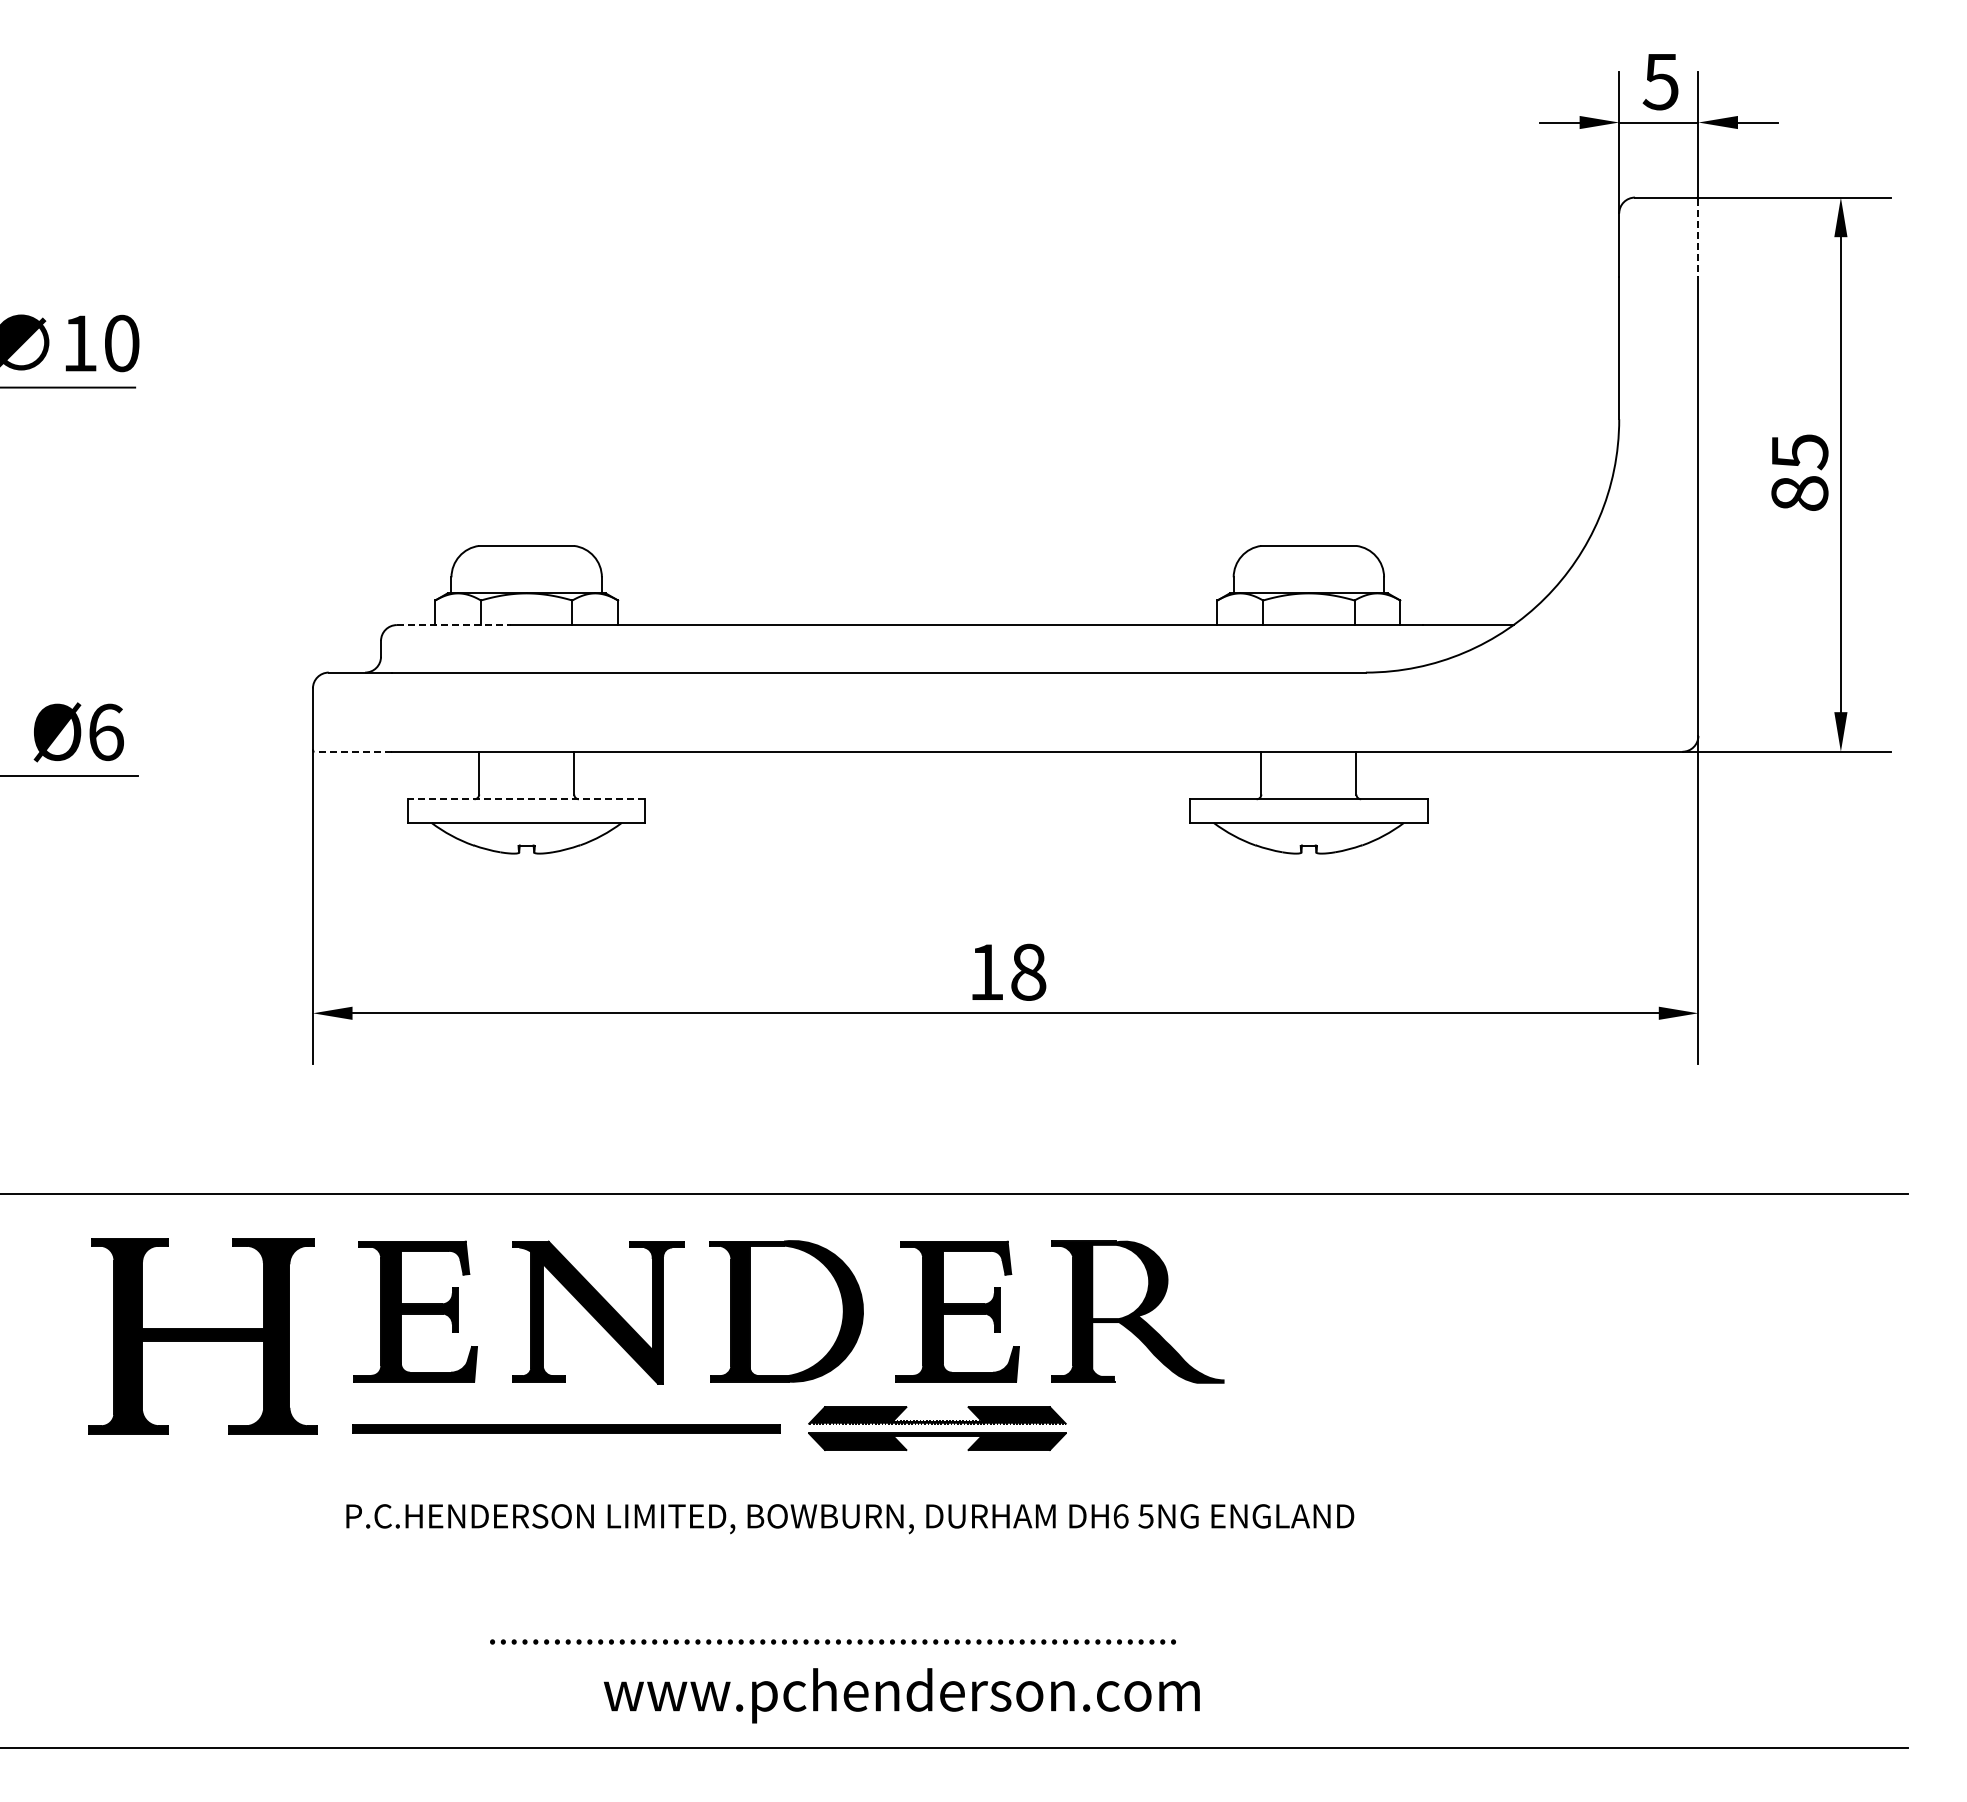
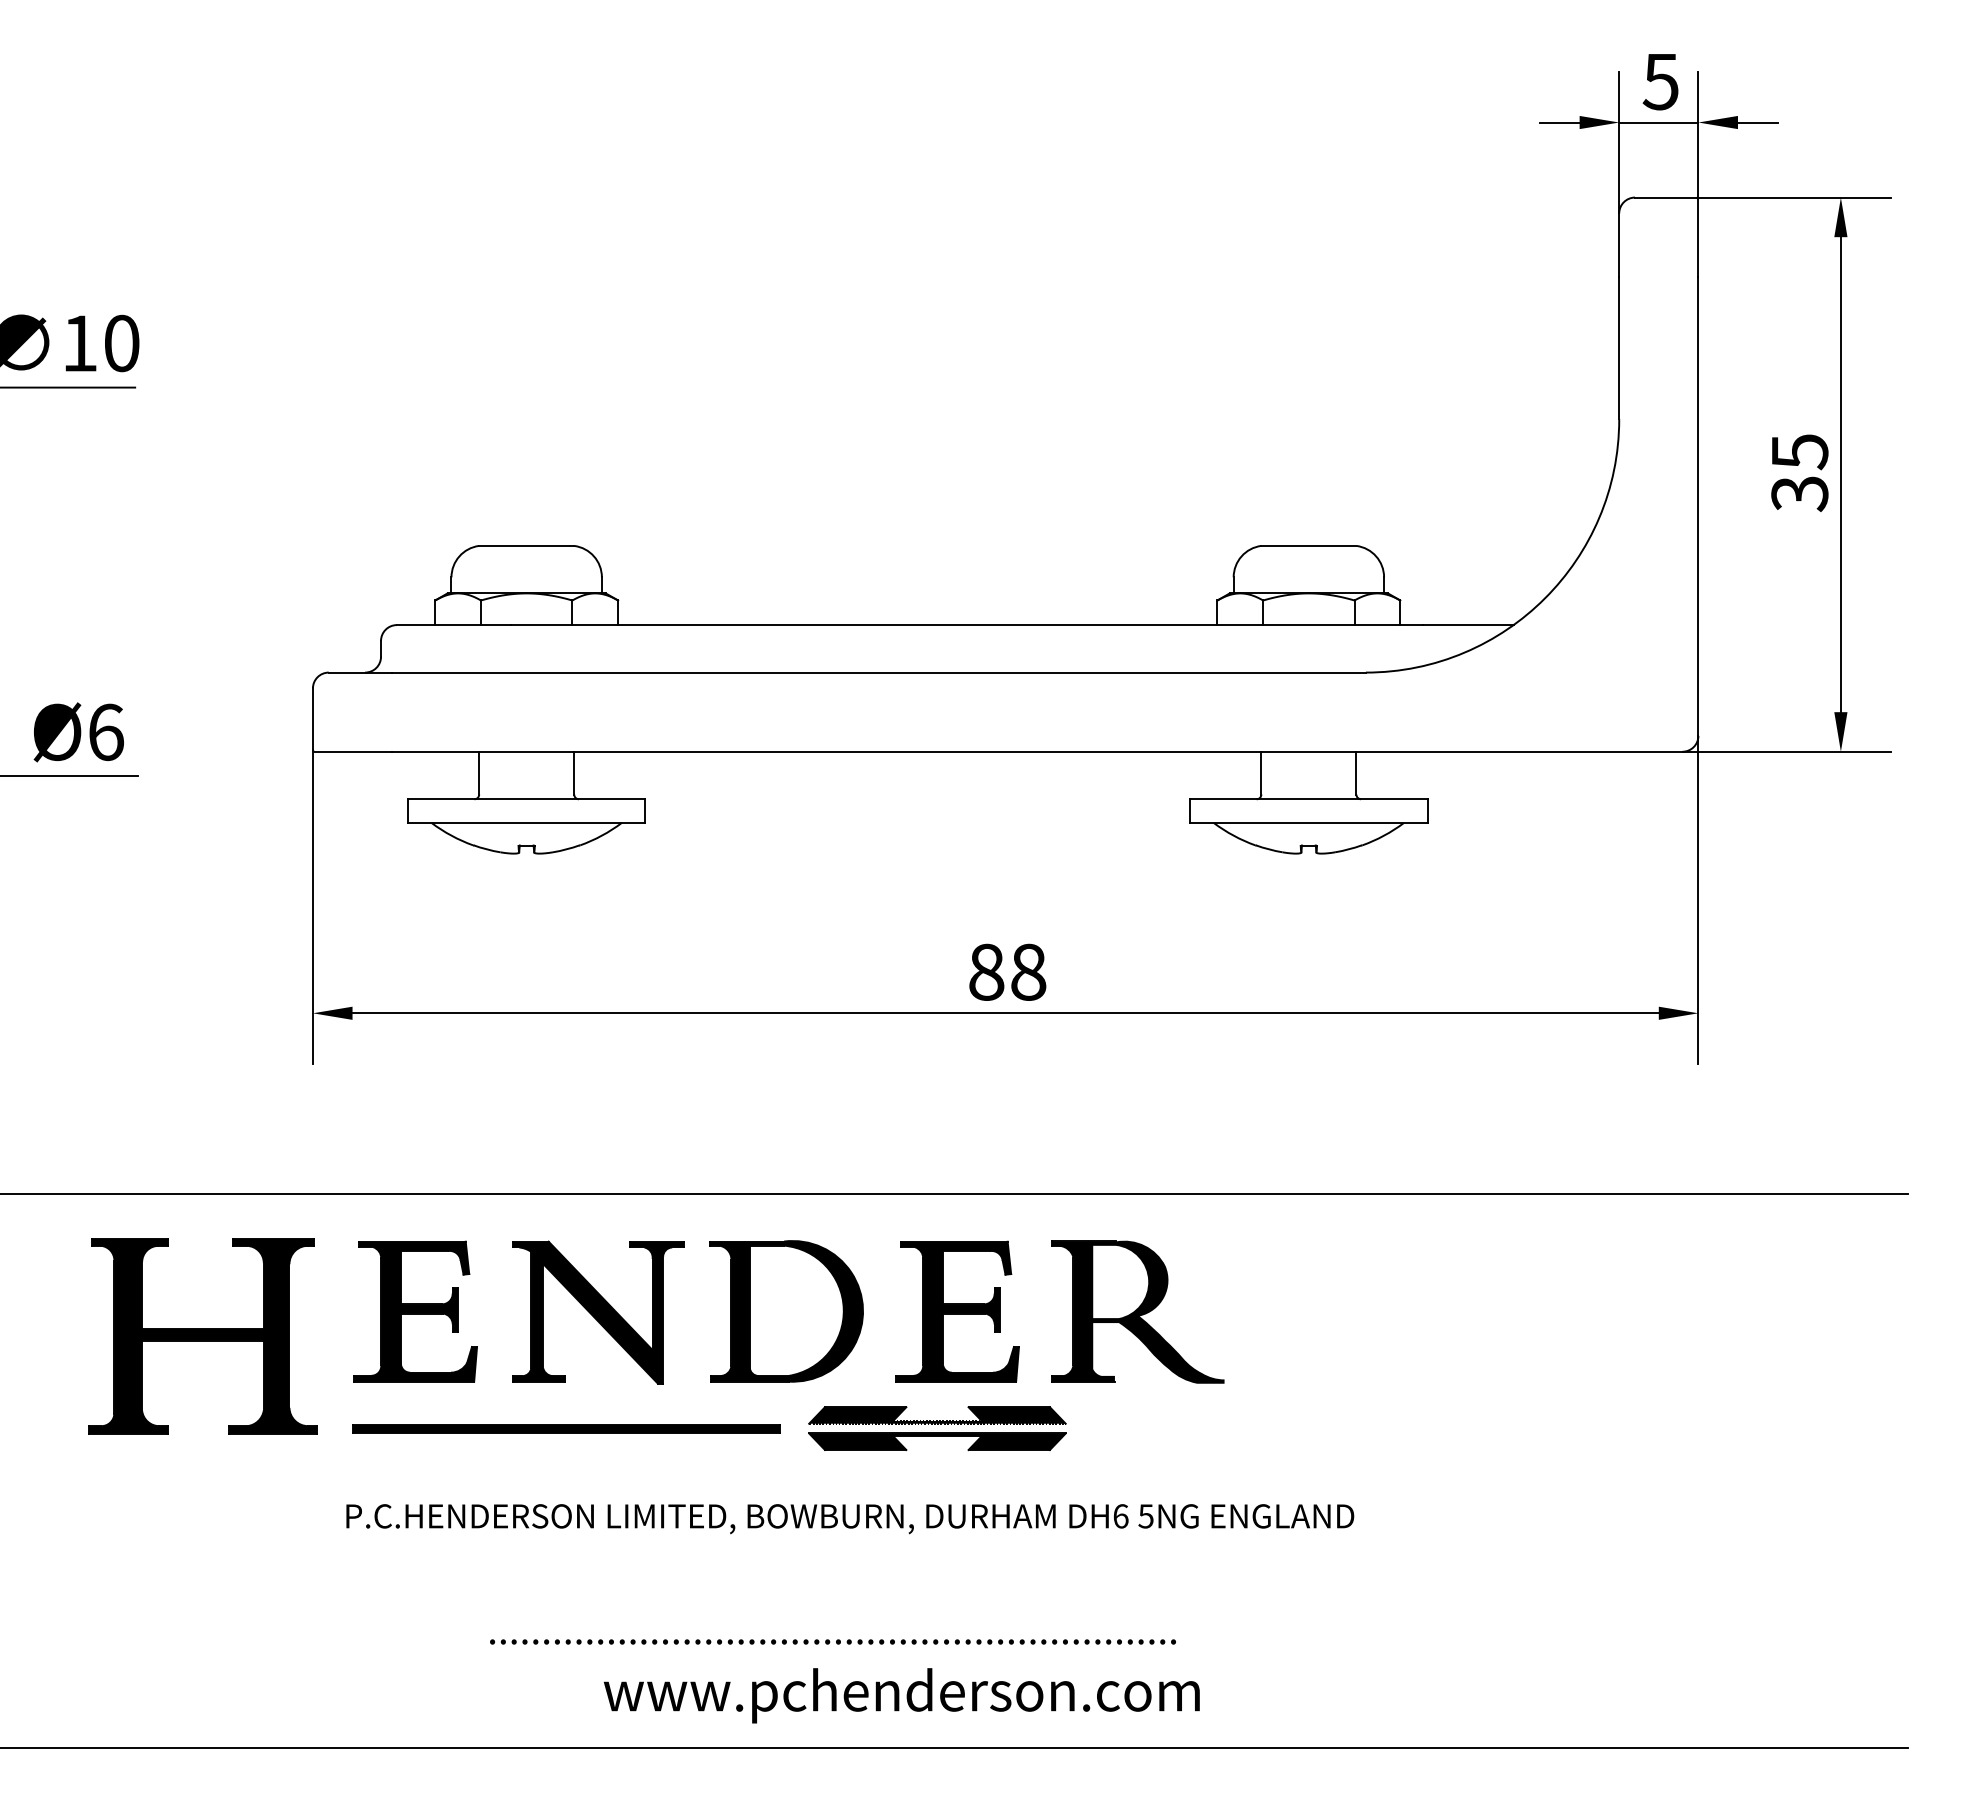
line at (1698, 237): dashed -> solid
text at (1799, 493): 85 -> 35
line at (454, 625): dashed -> solid
line at (353, 751): dashed -> solid
line at (526, 799): dashed -> solid
text at (986, 971): 18 -> 88
